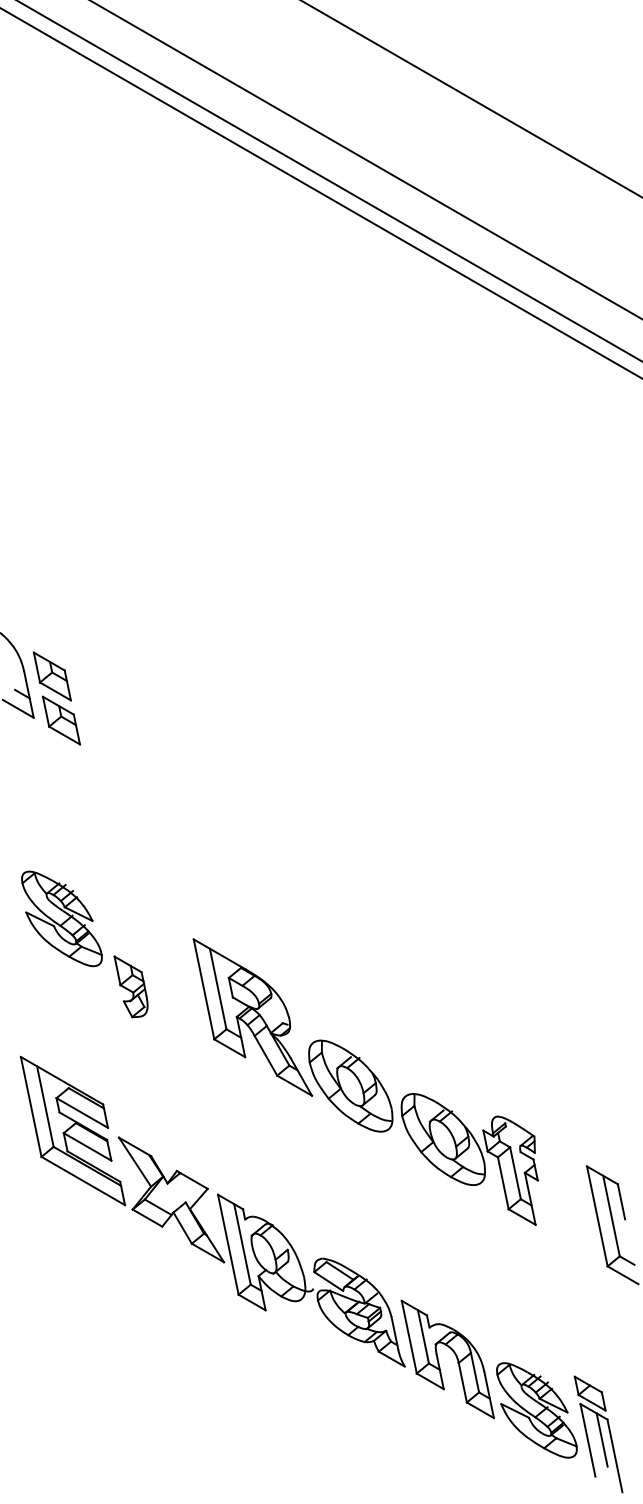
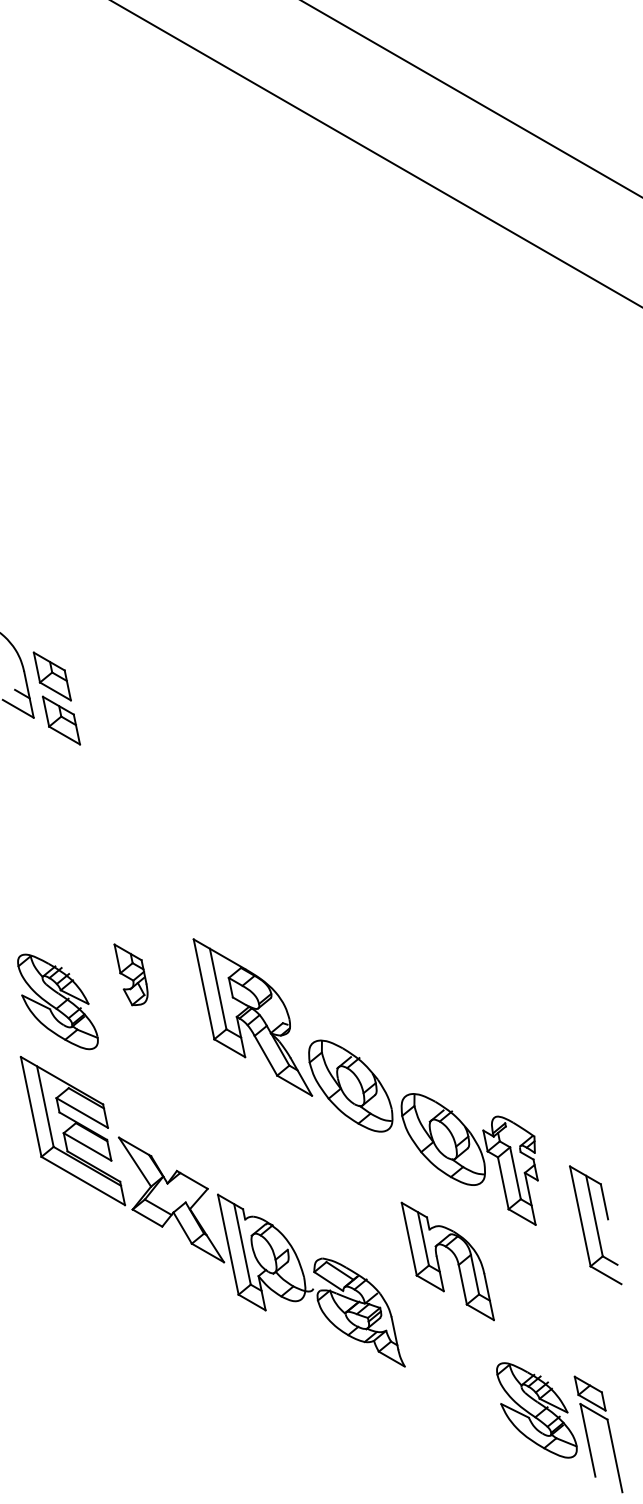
line at (365, 159) position: (365, 159) -> (376, 154)
line at (329, 180): present -> none
line at (320, 192): present -> none
part at (61, 918) position: (61, 918) -> (57, 1001)
part at (130, 986) position: (130, 986) -> (130, 974)
part at (612, 1225) position: (612, 1225) -> (595, 1225)
part at (455, 1356) position: (455, 1356) -> (455, 1258)
line at (601, 1439): present -> none
